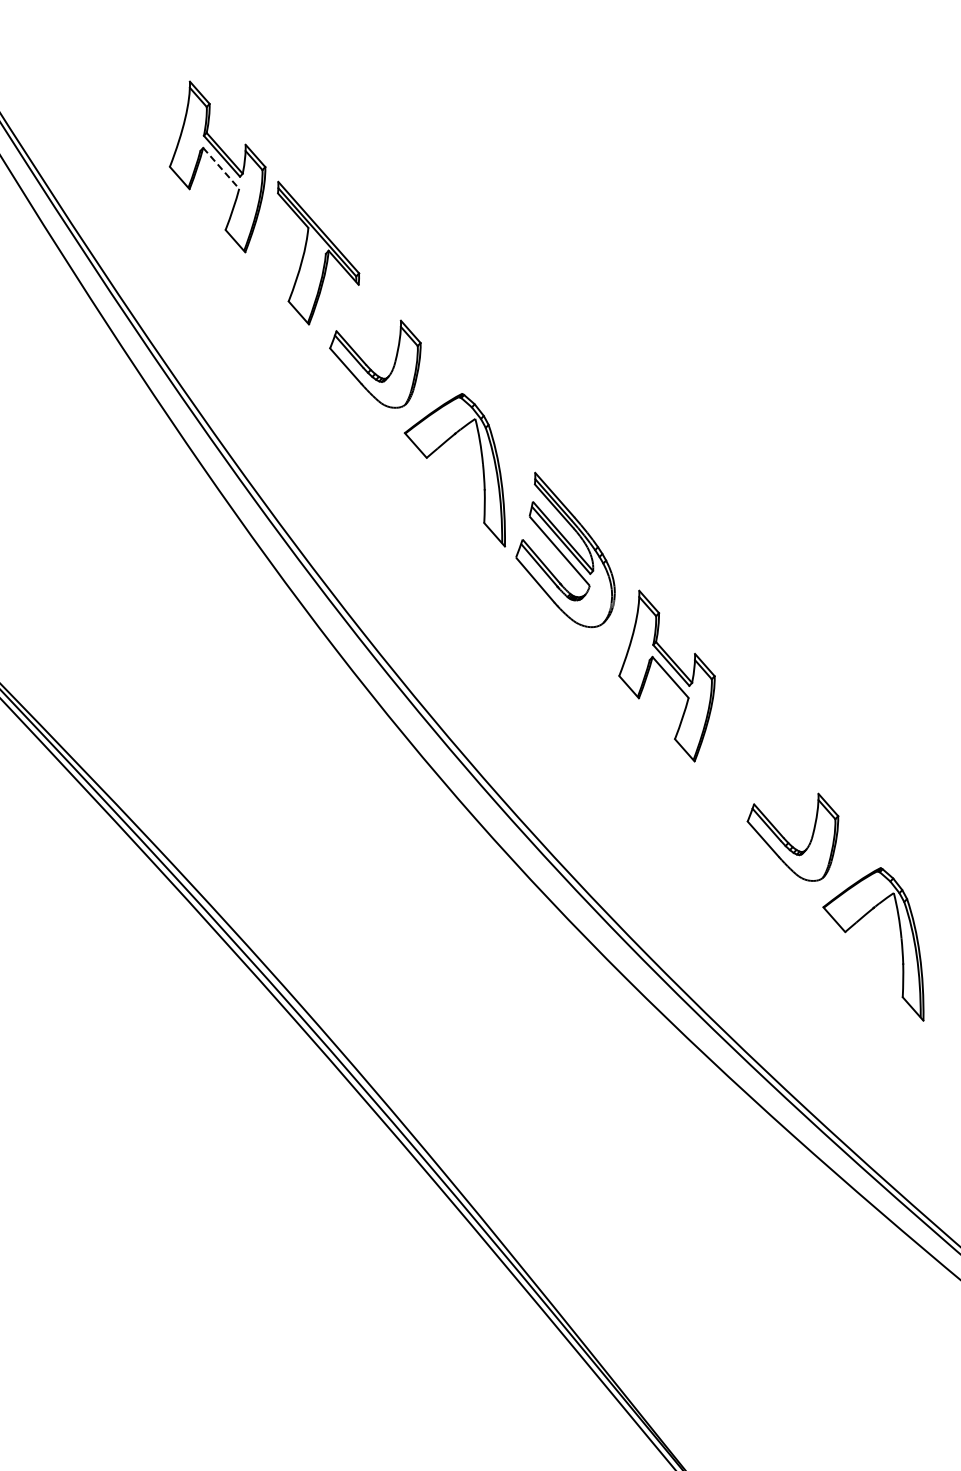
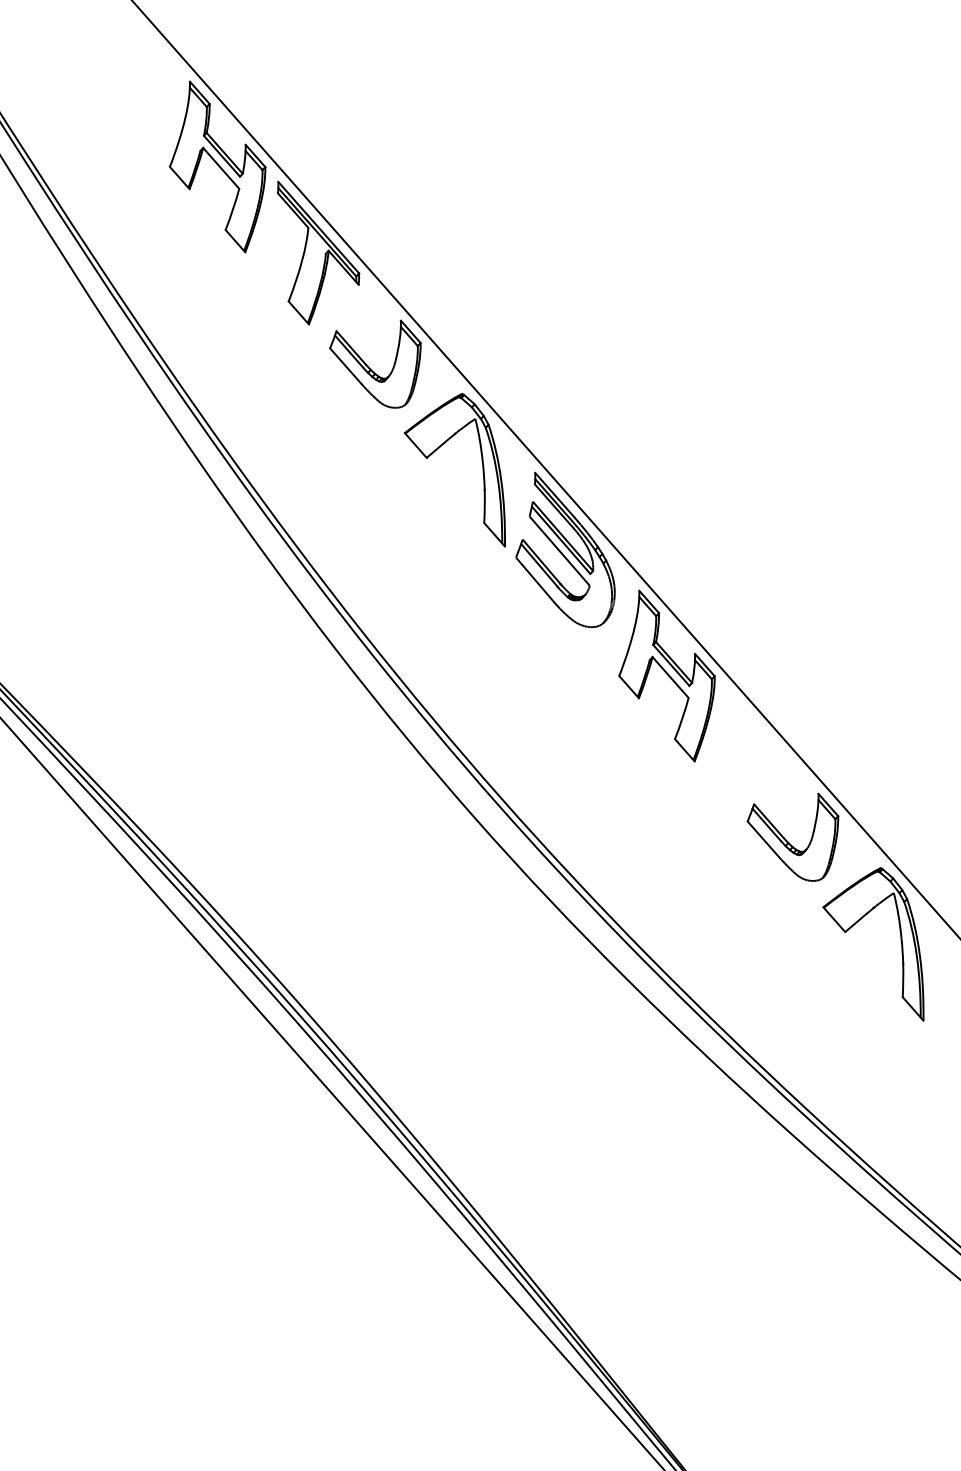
line at (221, 168): dashed -> solid
line at (545, 468): none -> present
line at (331, 1093): none -> present
